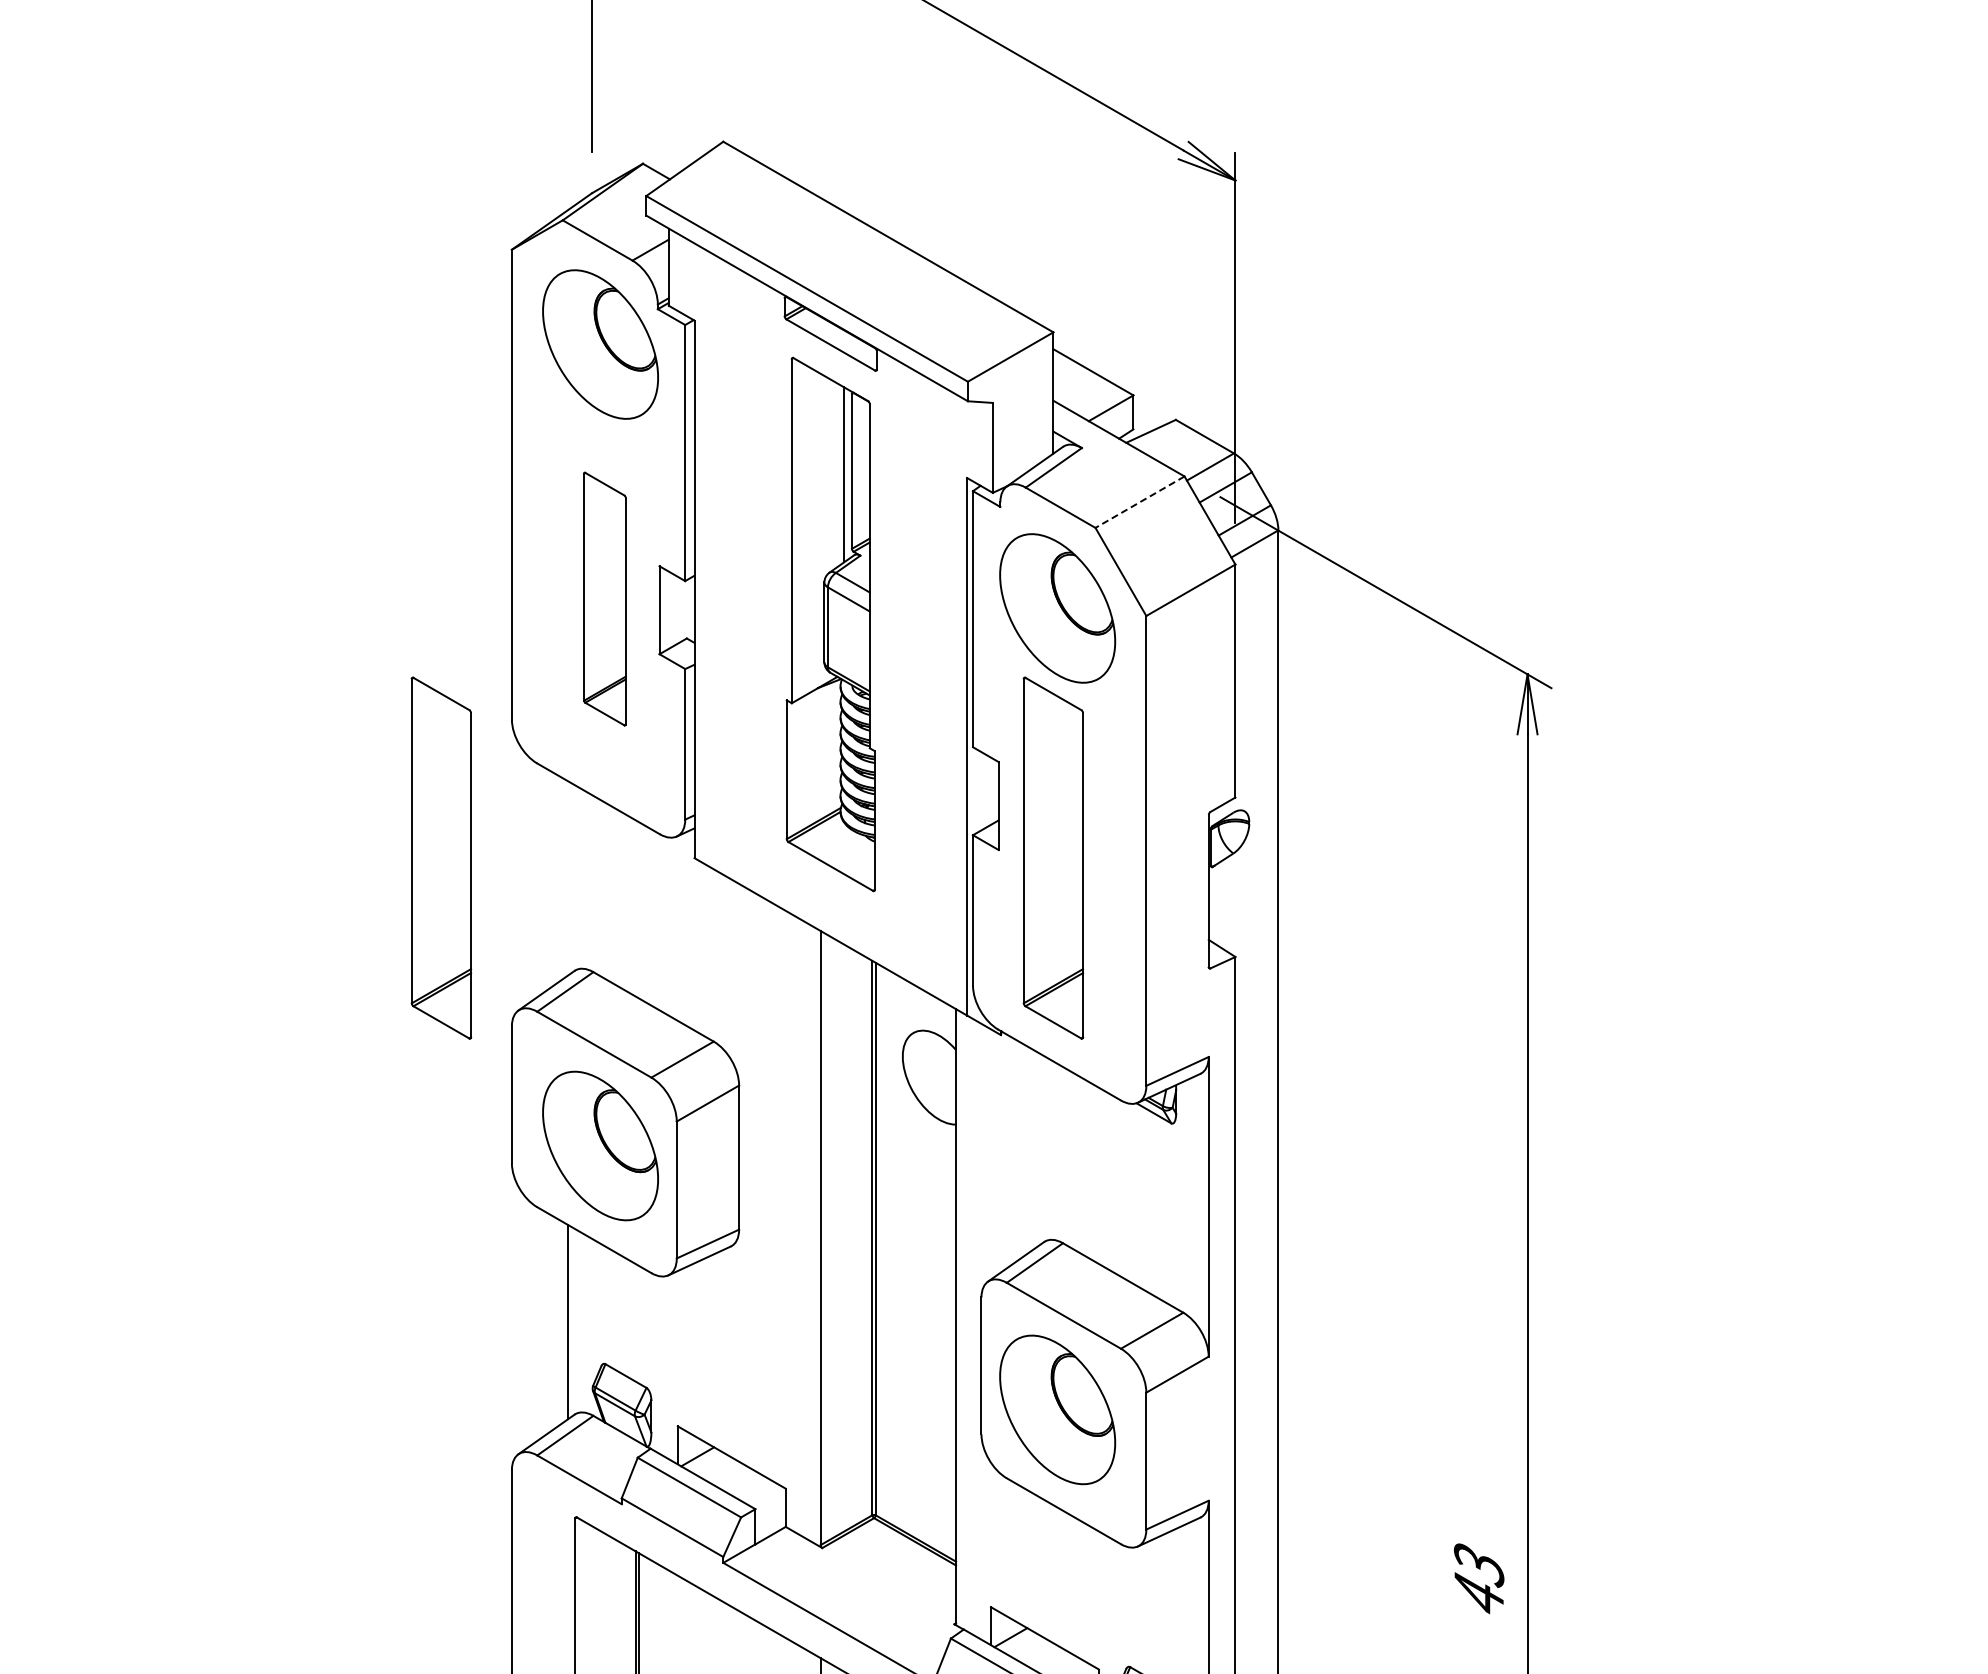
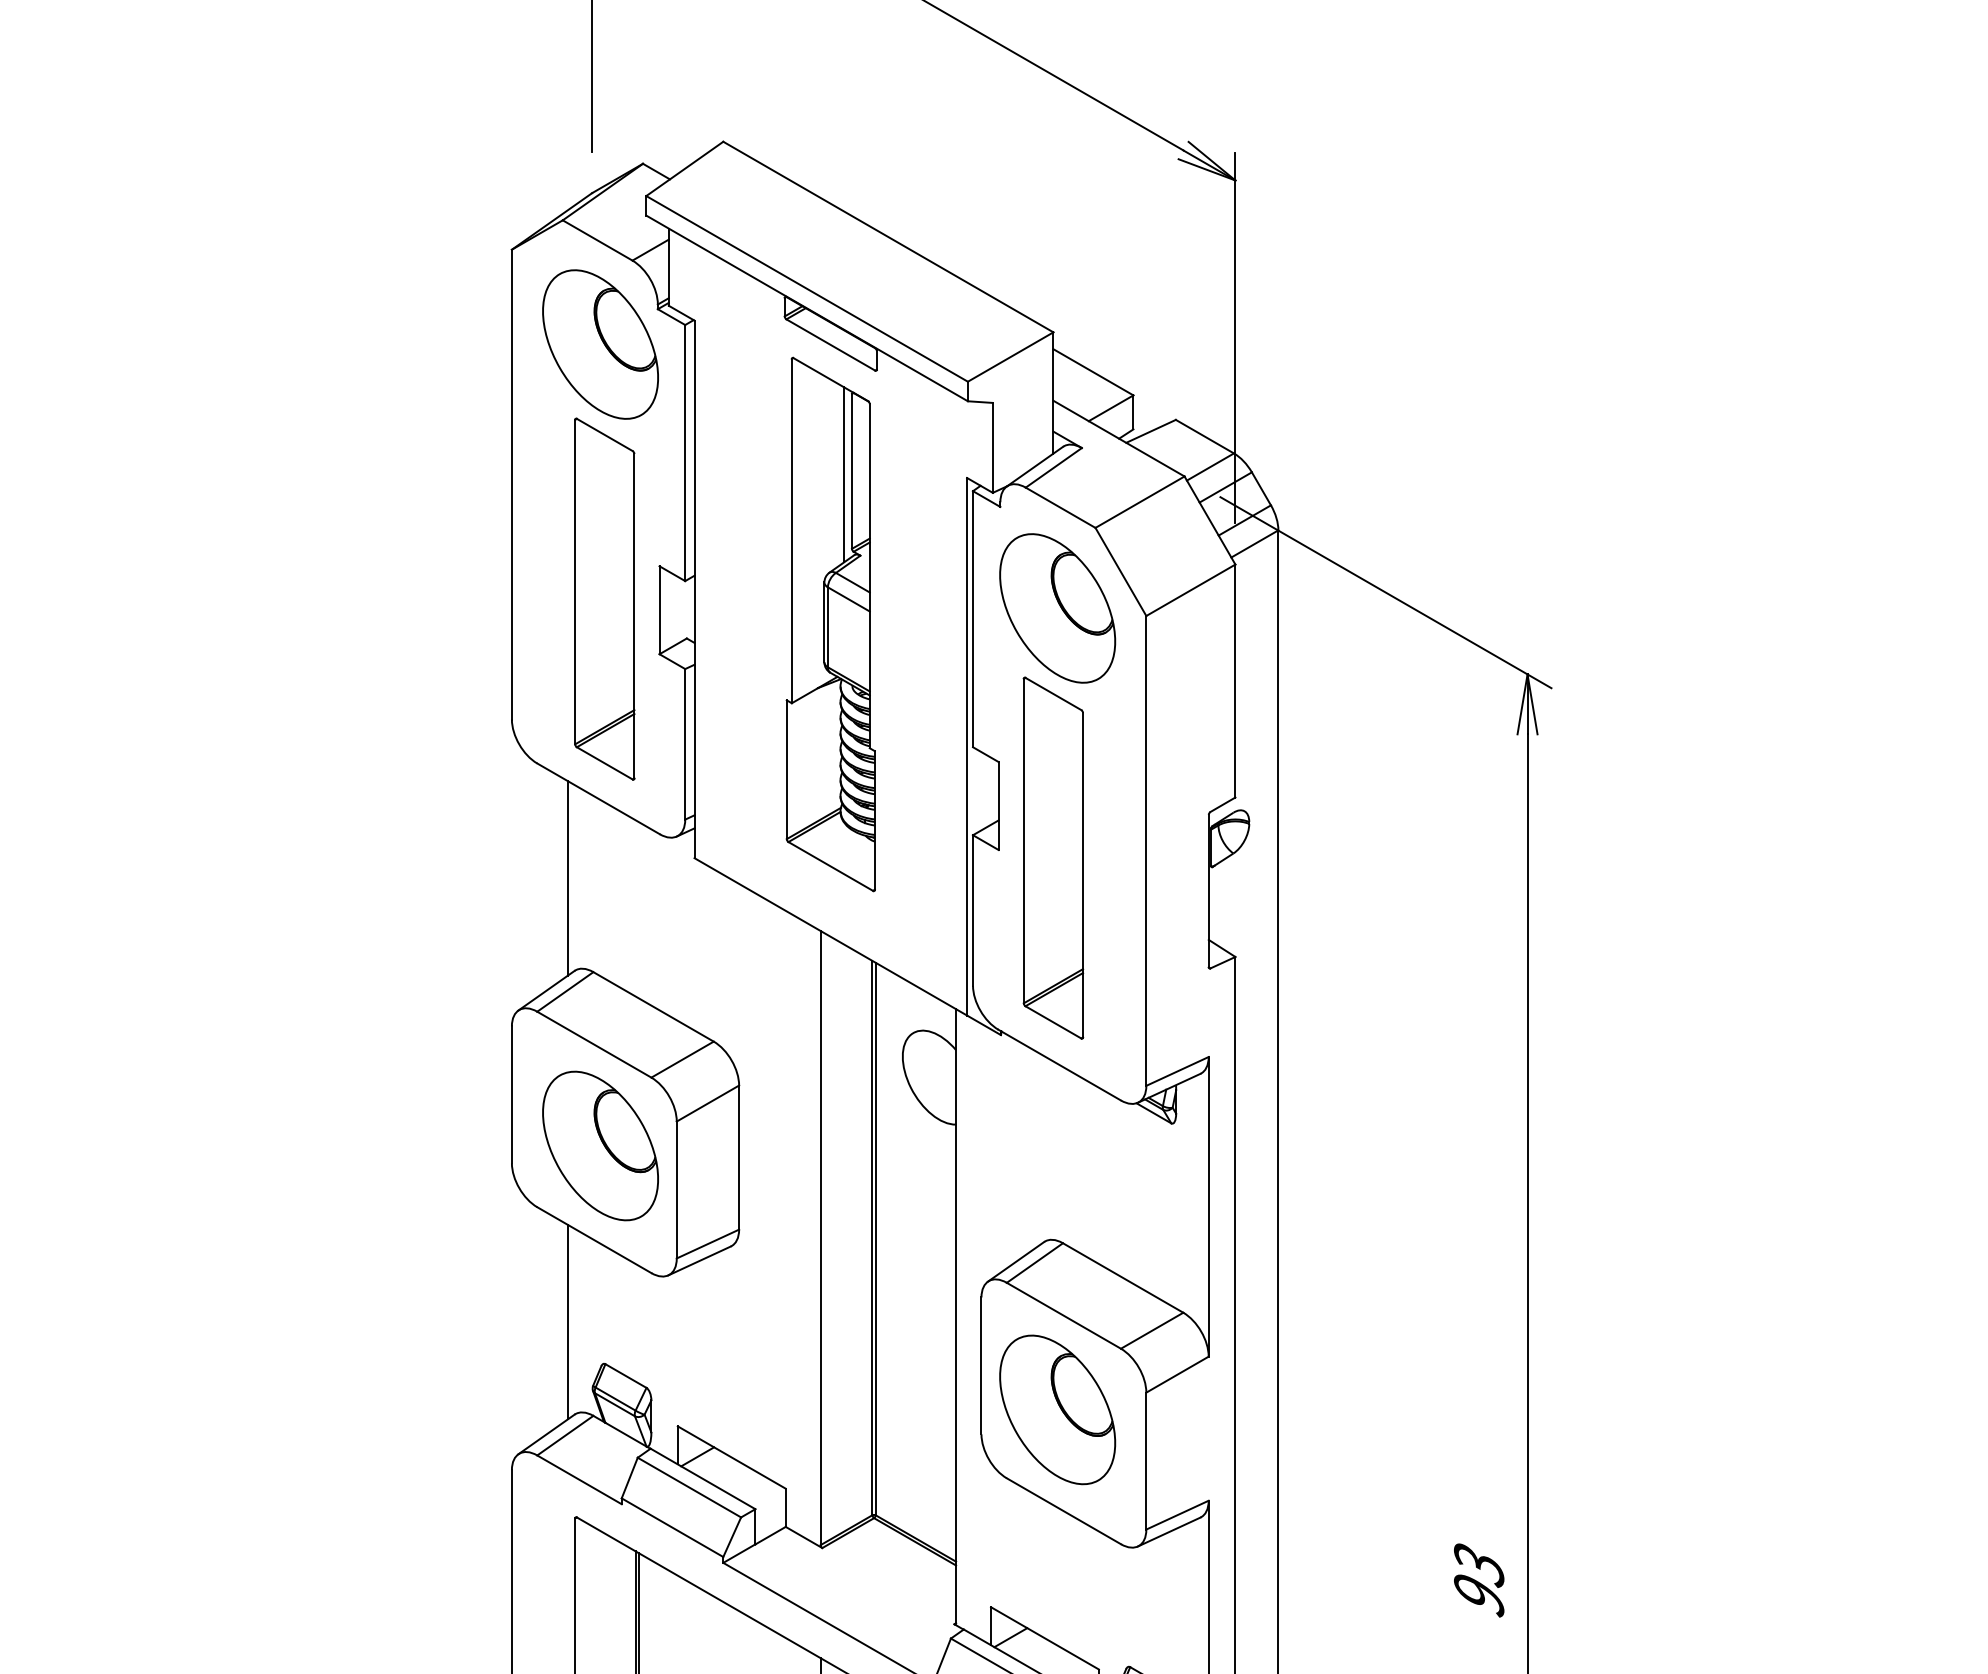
line at (1139, 502): dashed -> solid
part at (604, 598) size: 44x256 px -> 62x364 px
part at (441, 857): present -> none
line at (568, 878): none -> present
text at (1479, 1594): 43 -> 93
